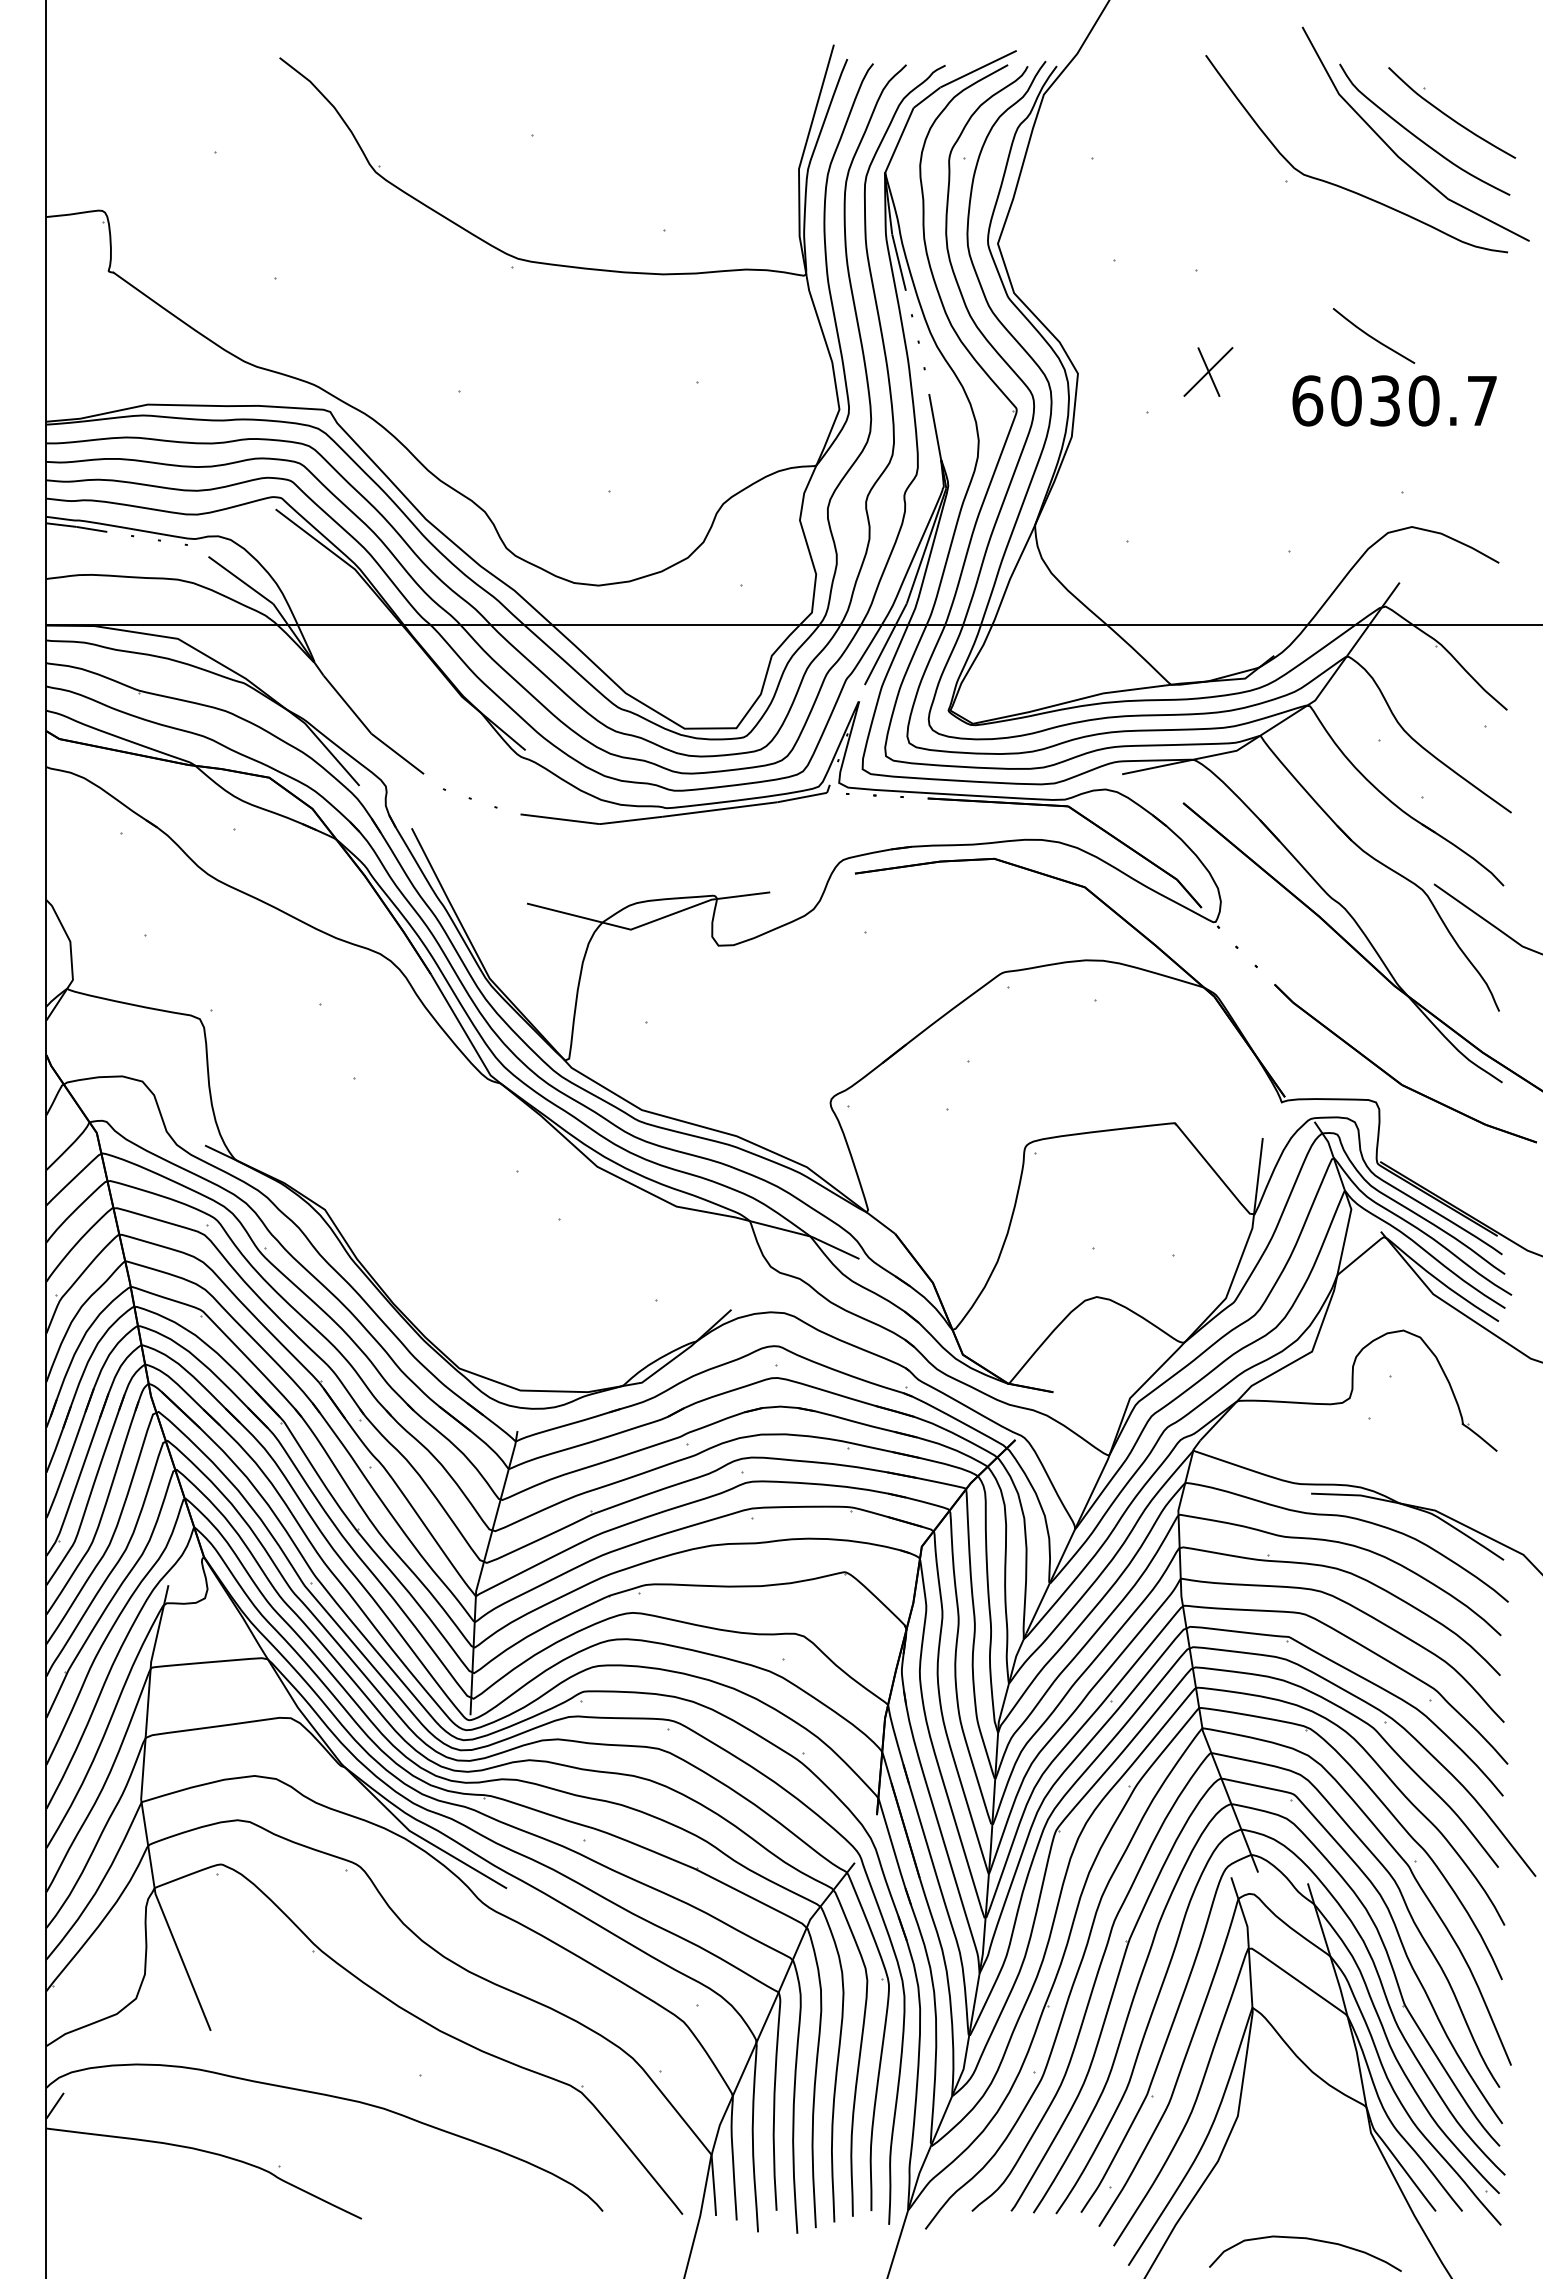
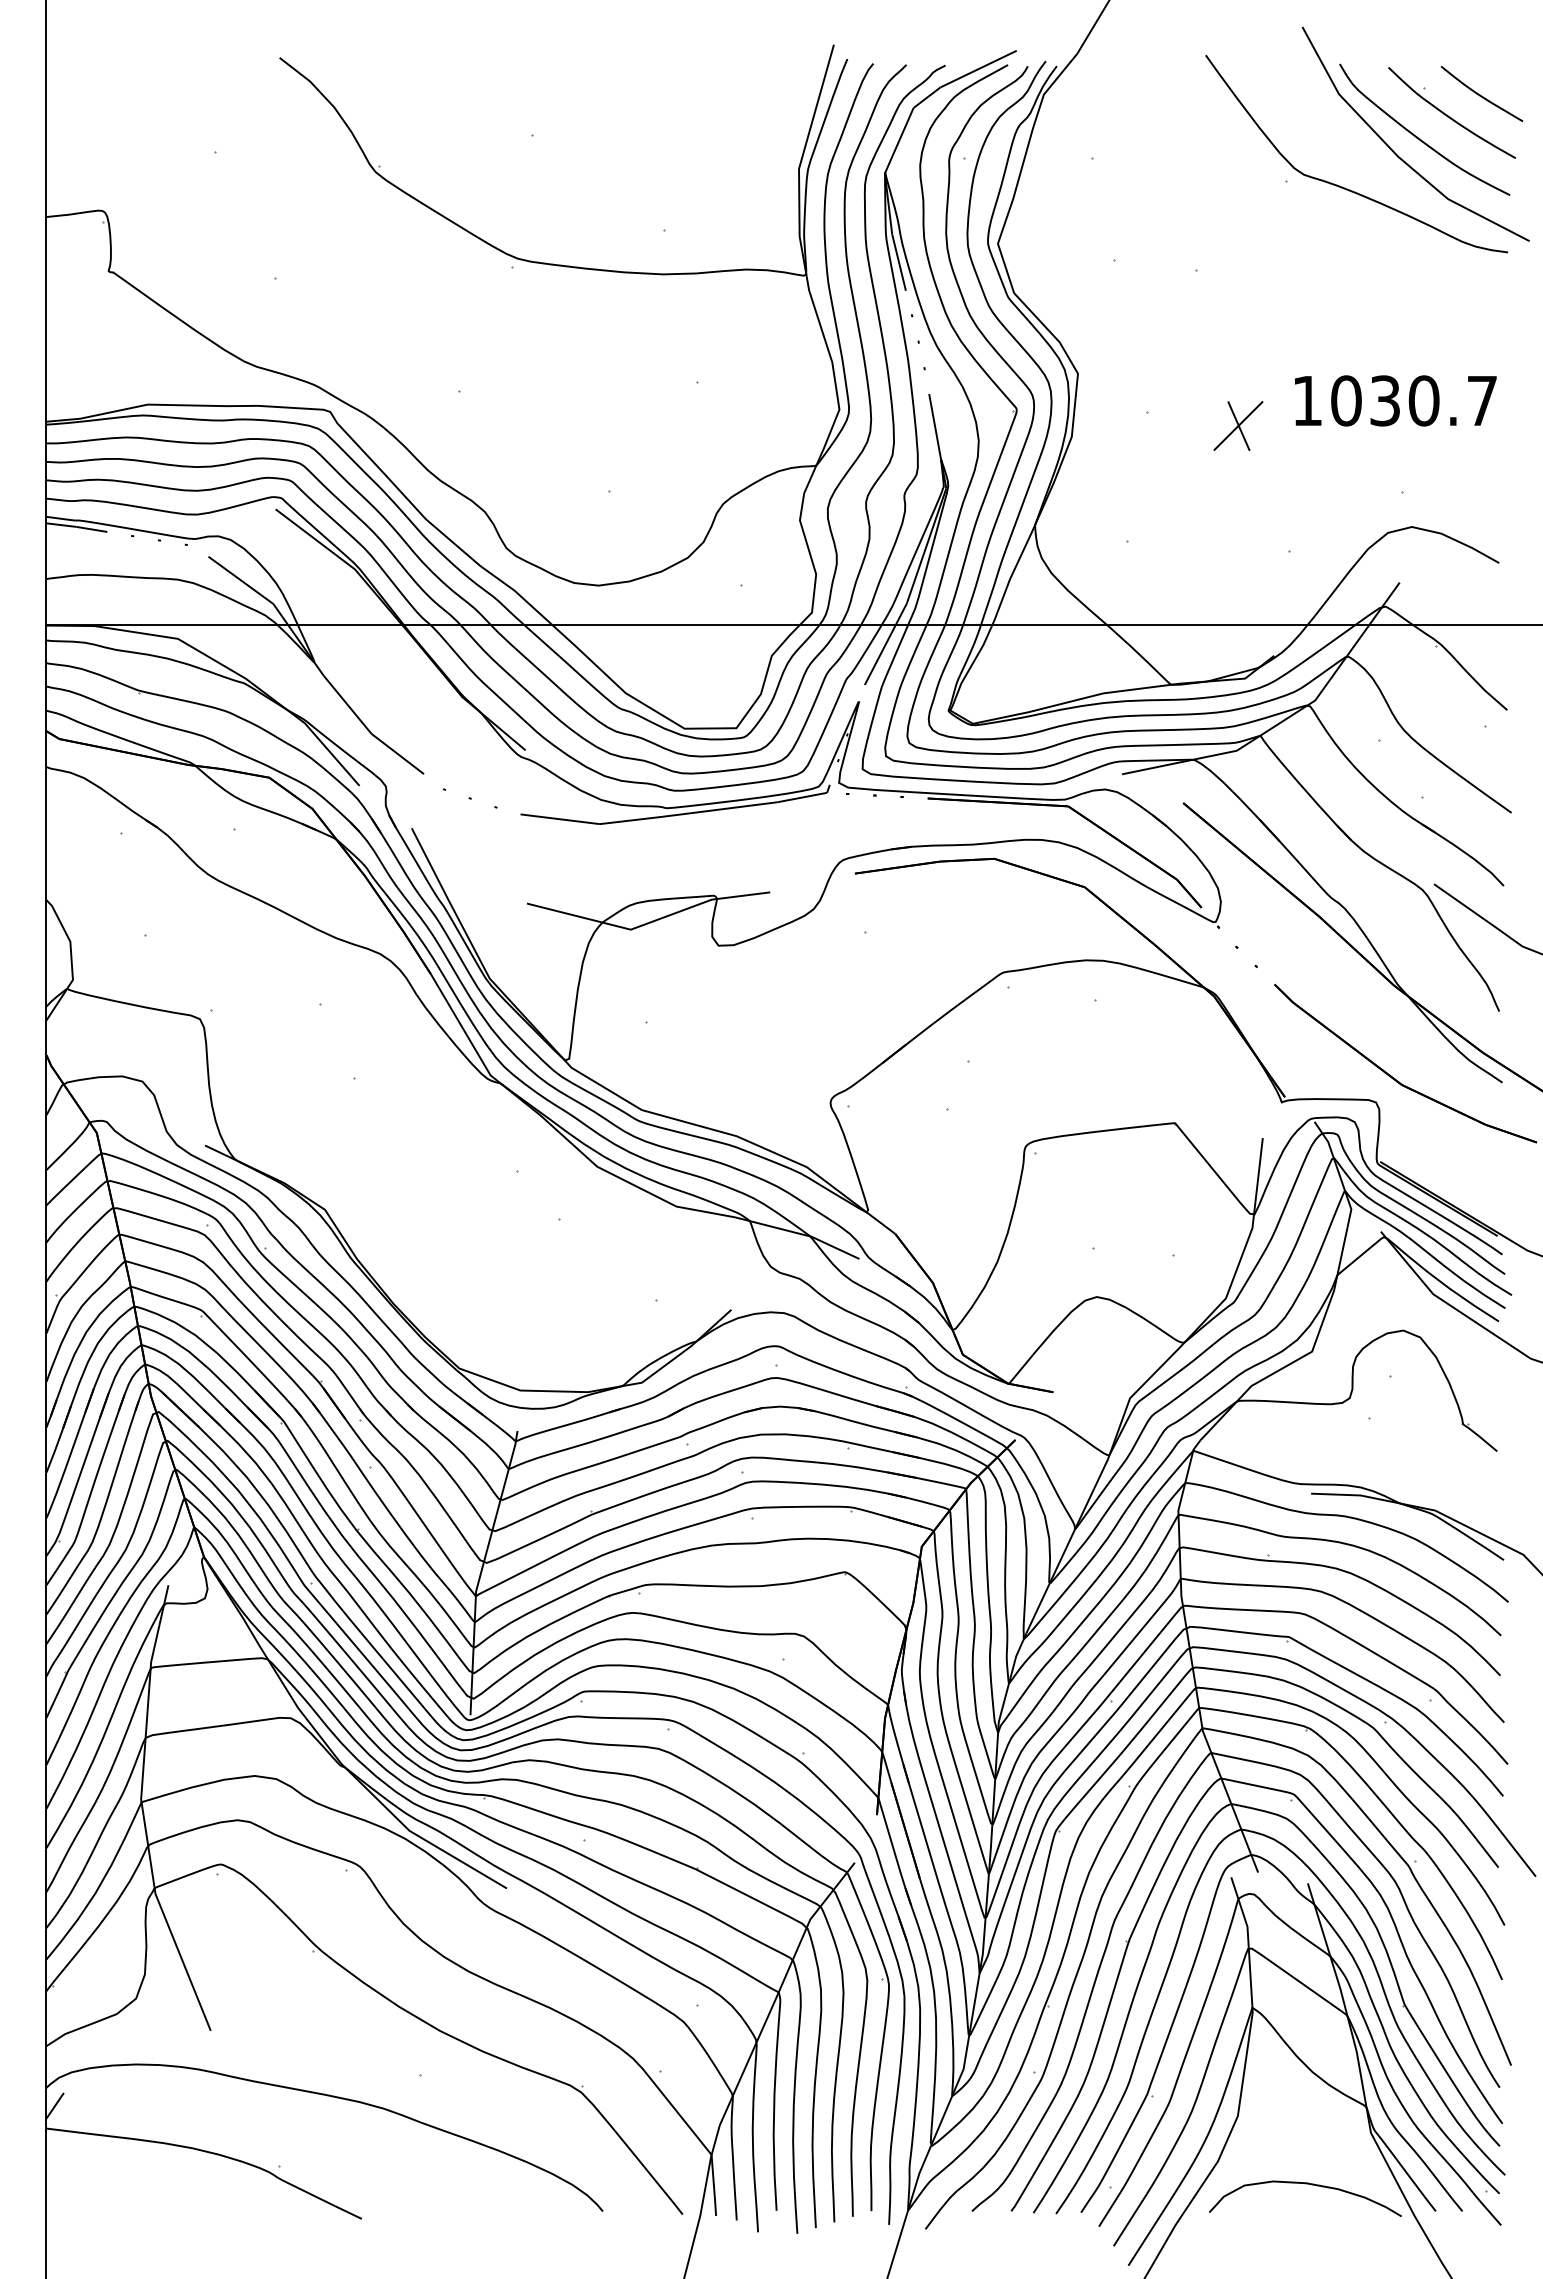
curve at (1372, 336) position: (1372, 336) -> (1480, 94)
part at (1208, 371) position: (1208, 371) -> (1238, 425)
text at (1307, 400): 6030.7 -> 1030.7
curve at (1305, 2239) position: (1305, 2239) -> (1305, 2184)
